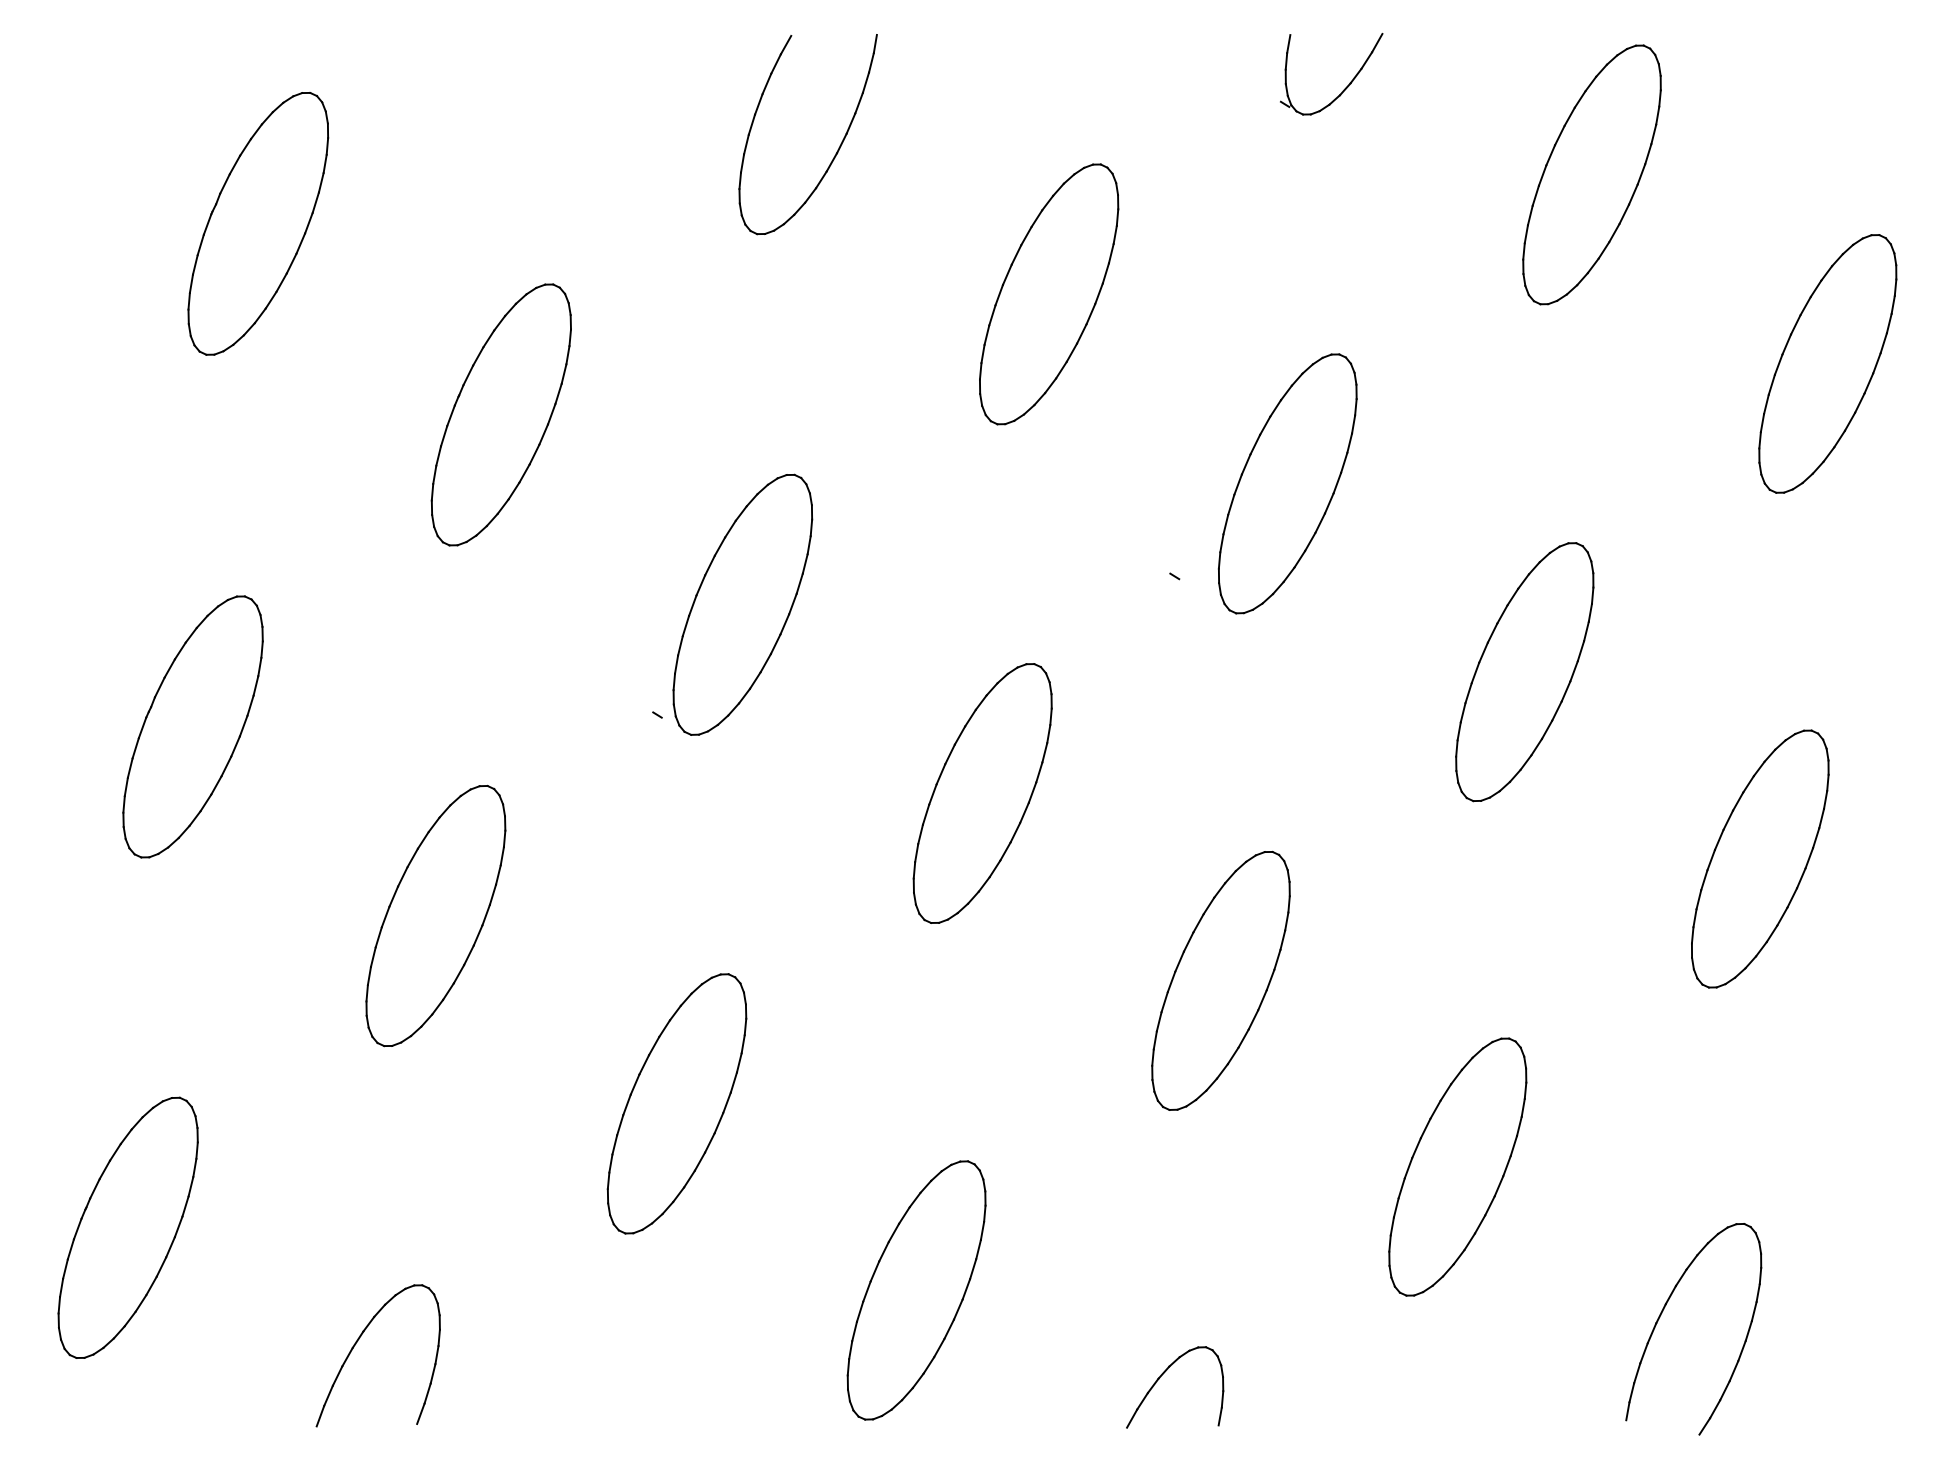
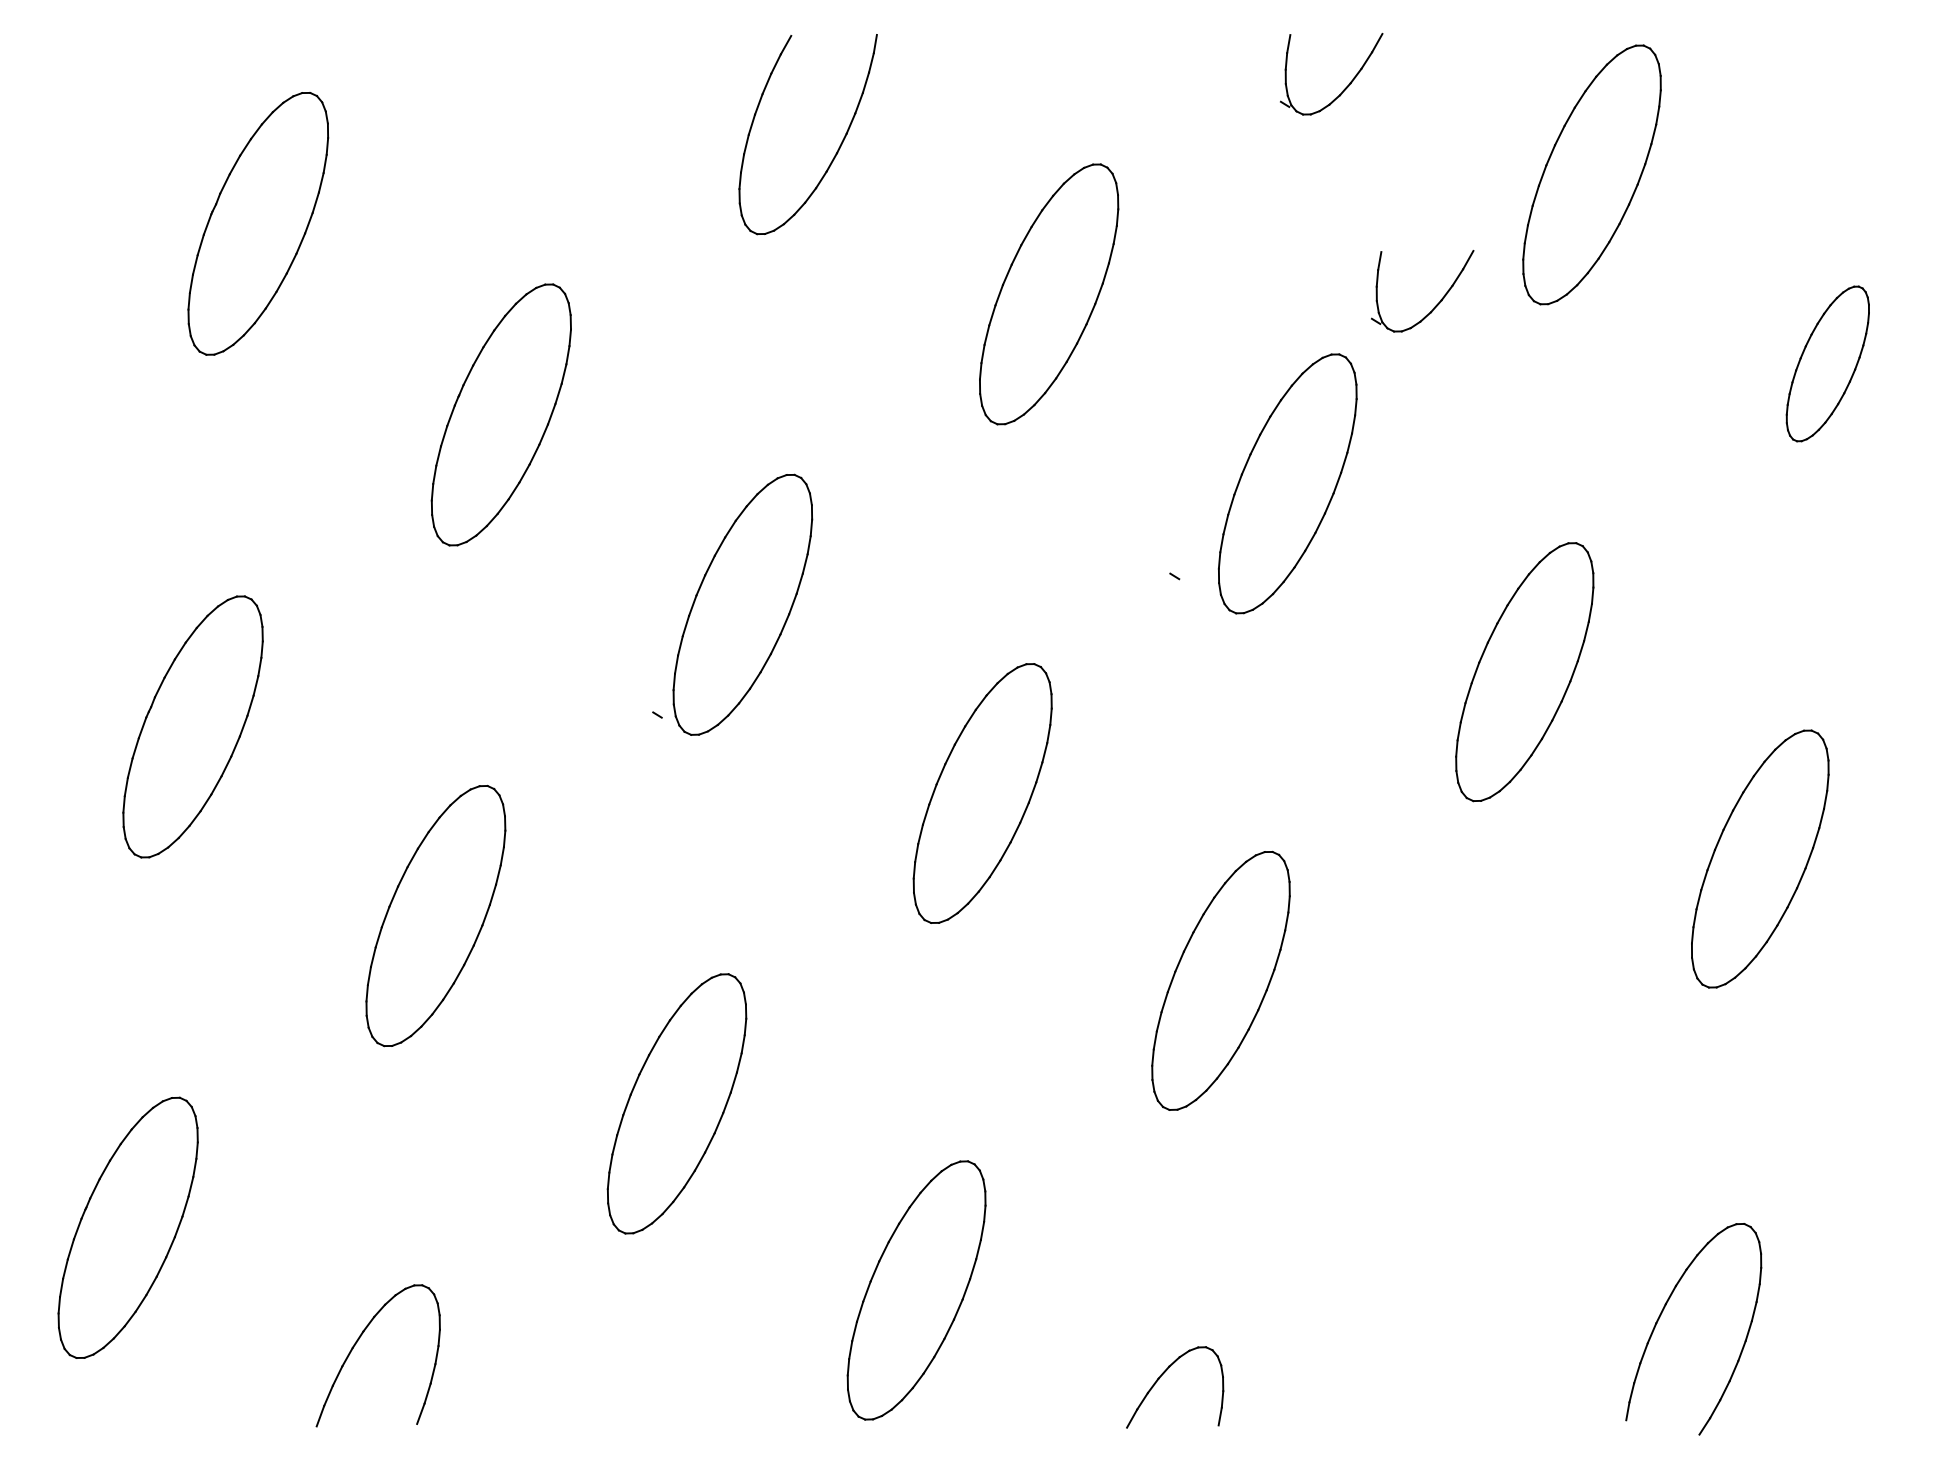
part at (1436, 304): none -> present
part at (1827, 363) size: 140x260 px -> 85x158 px
part at (1457, 1166): present -> none
